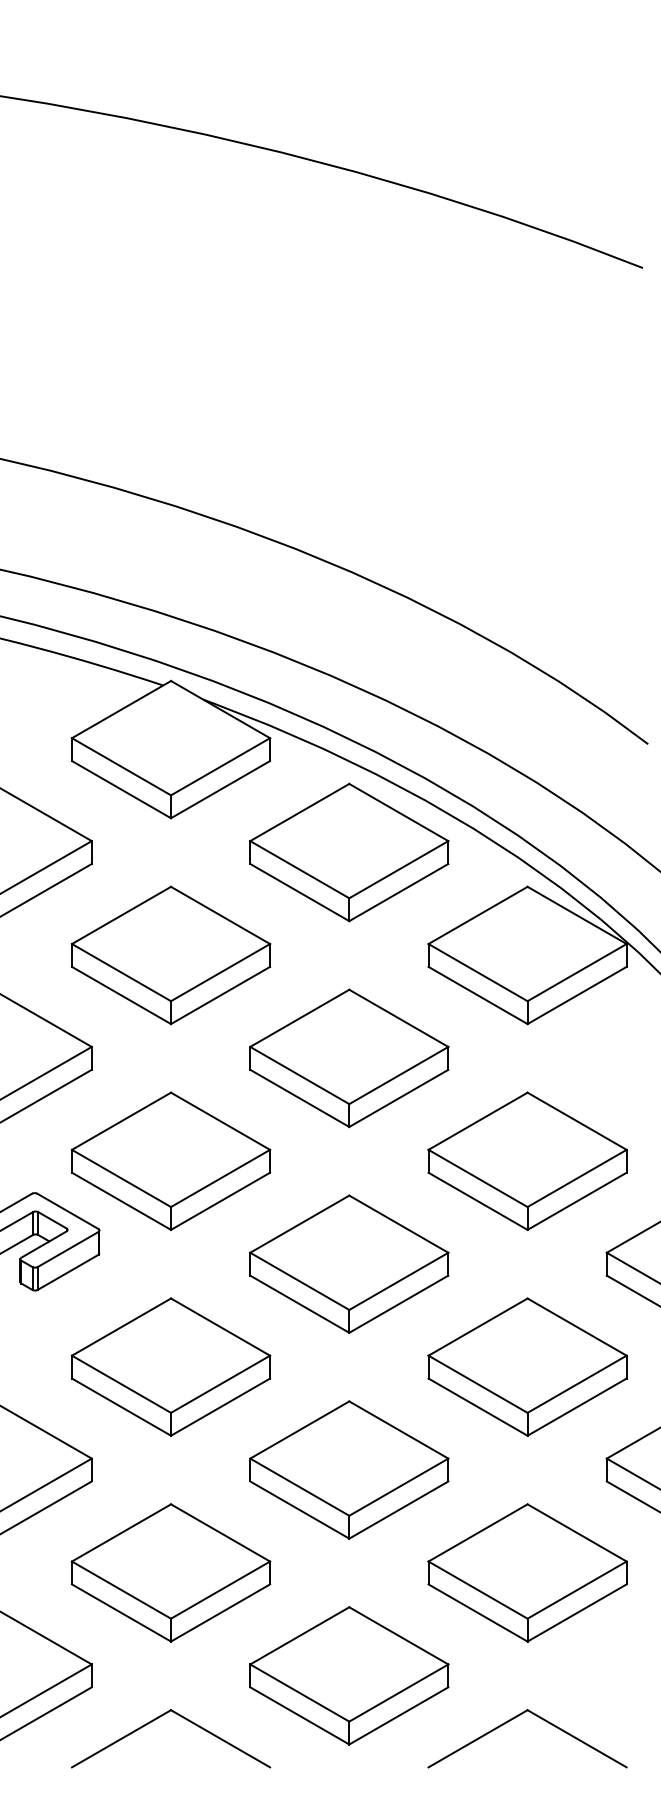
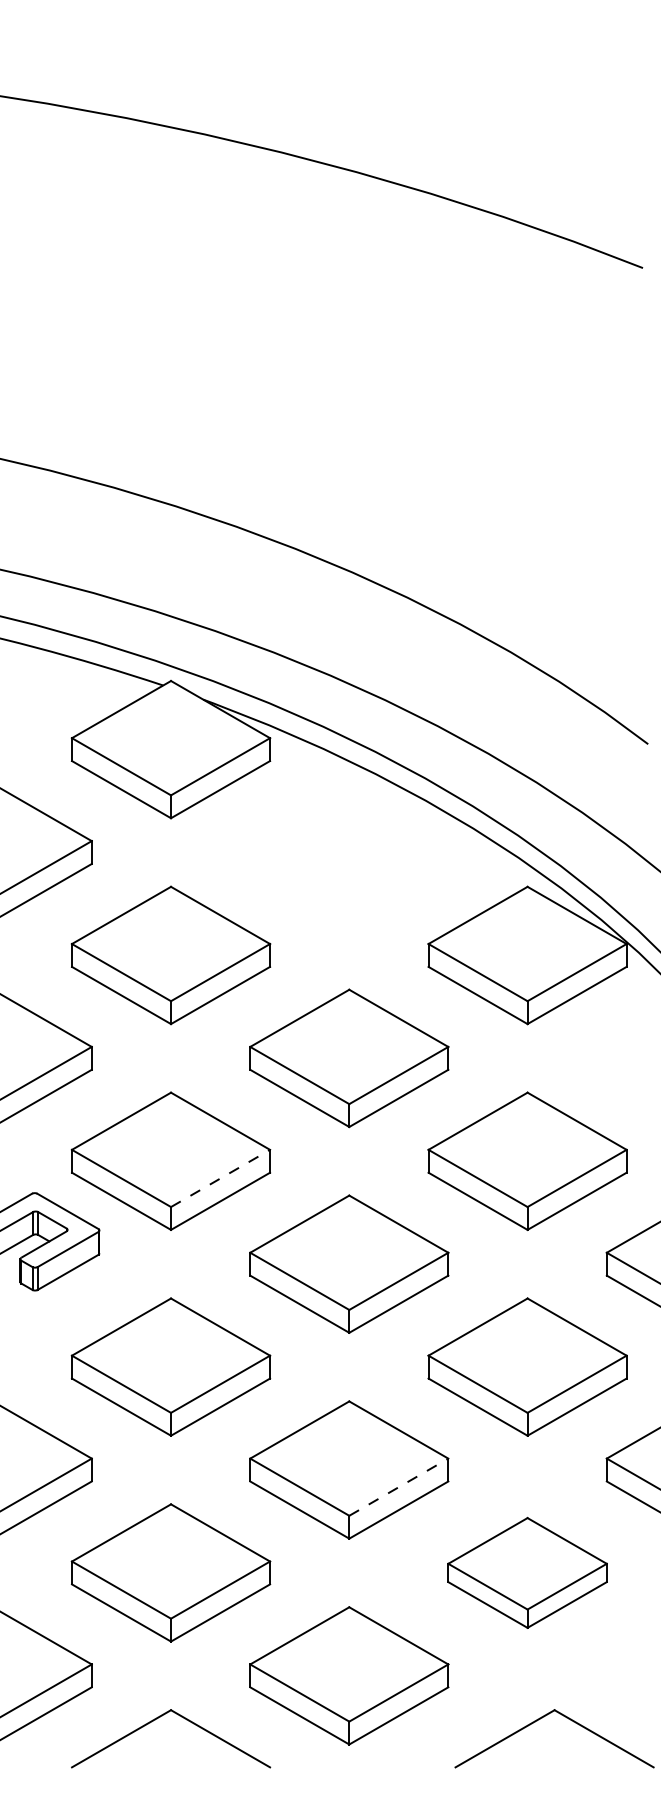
part at (349, 852): present -> none
line at (220, 1178): solid -> dashed
line at (399, 1486): solid -> dashed
part at (527, 1572) size: 201x140 px -> 161x113 px
part at (517, 1717) position: (517, 1717) -> (544, 1717)
